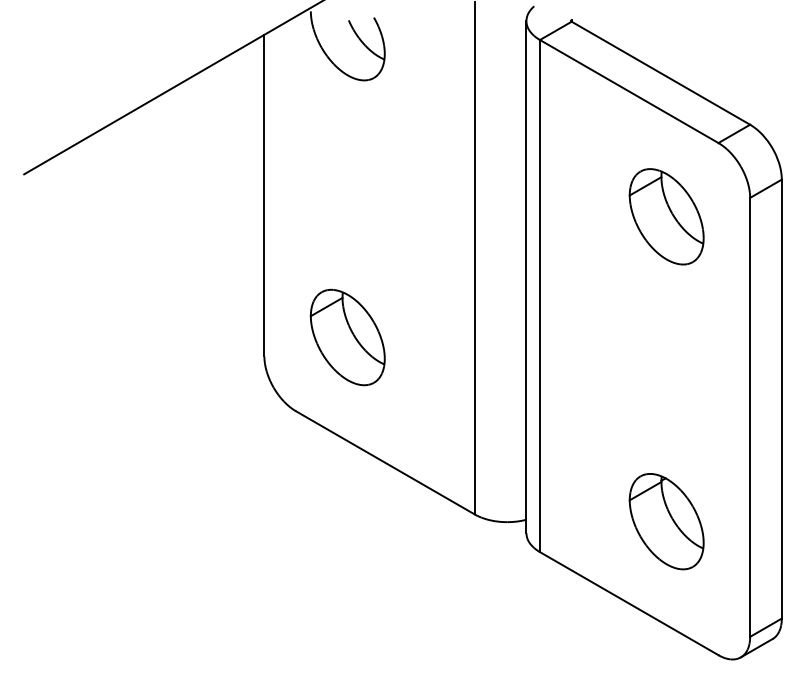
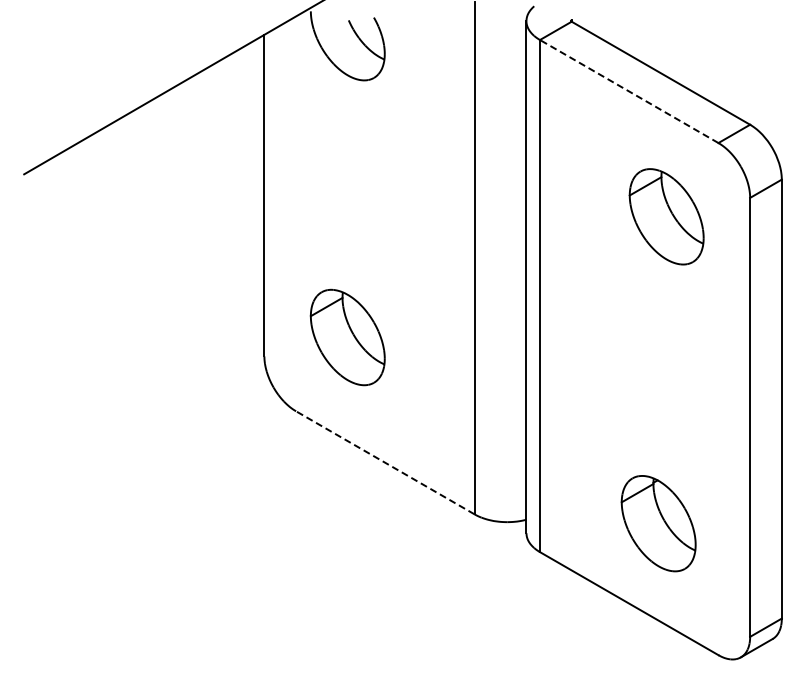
line at (628, 91): solid -> dashed
line at (384, 462): solid -> dashed
part at (666, 521) position: (666, 521) -> (658, 523)
